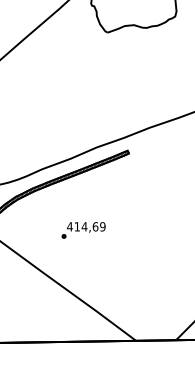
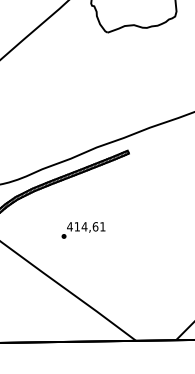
text at (102, 226): 414,69 -> 414,61
